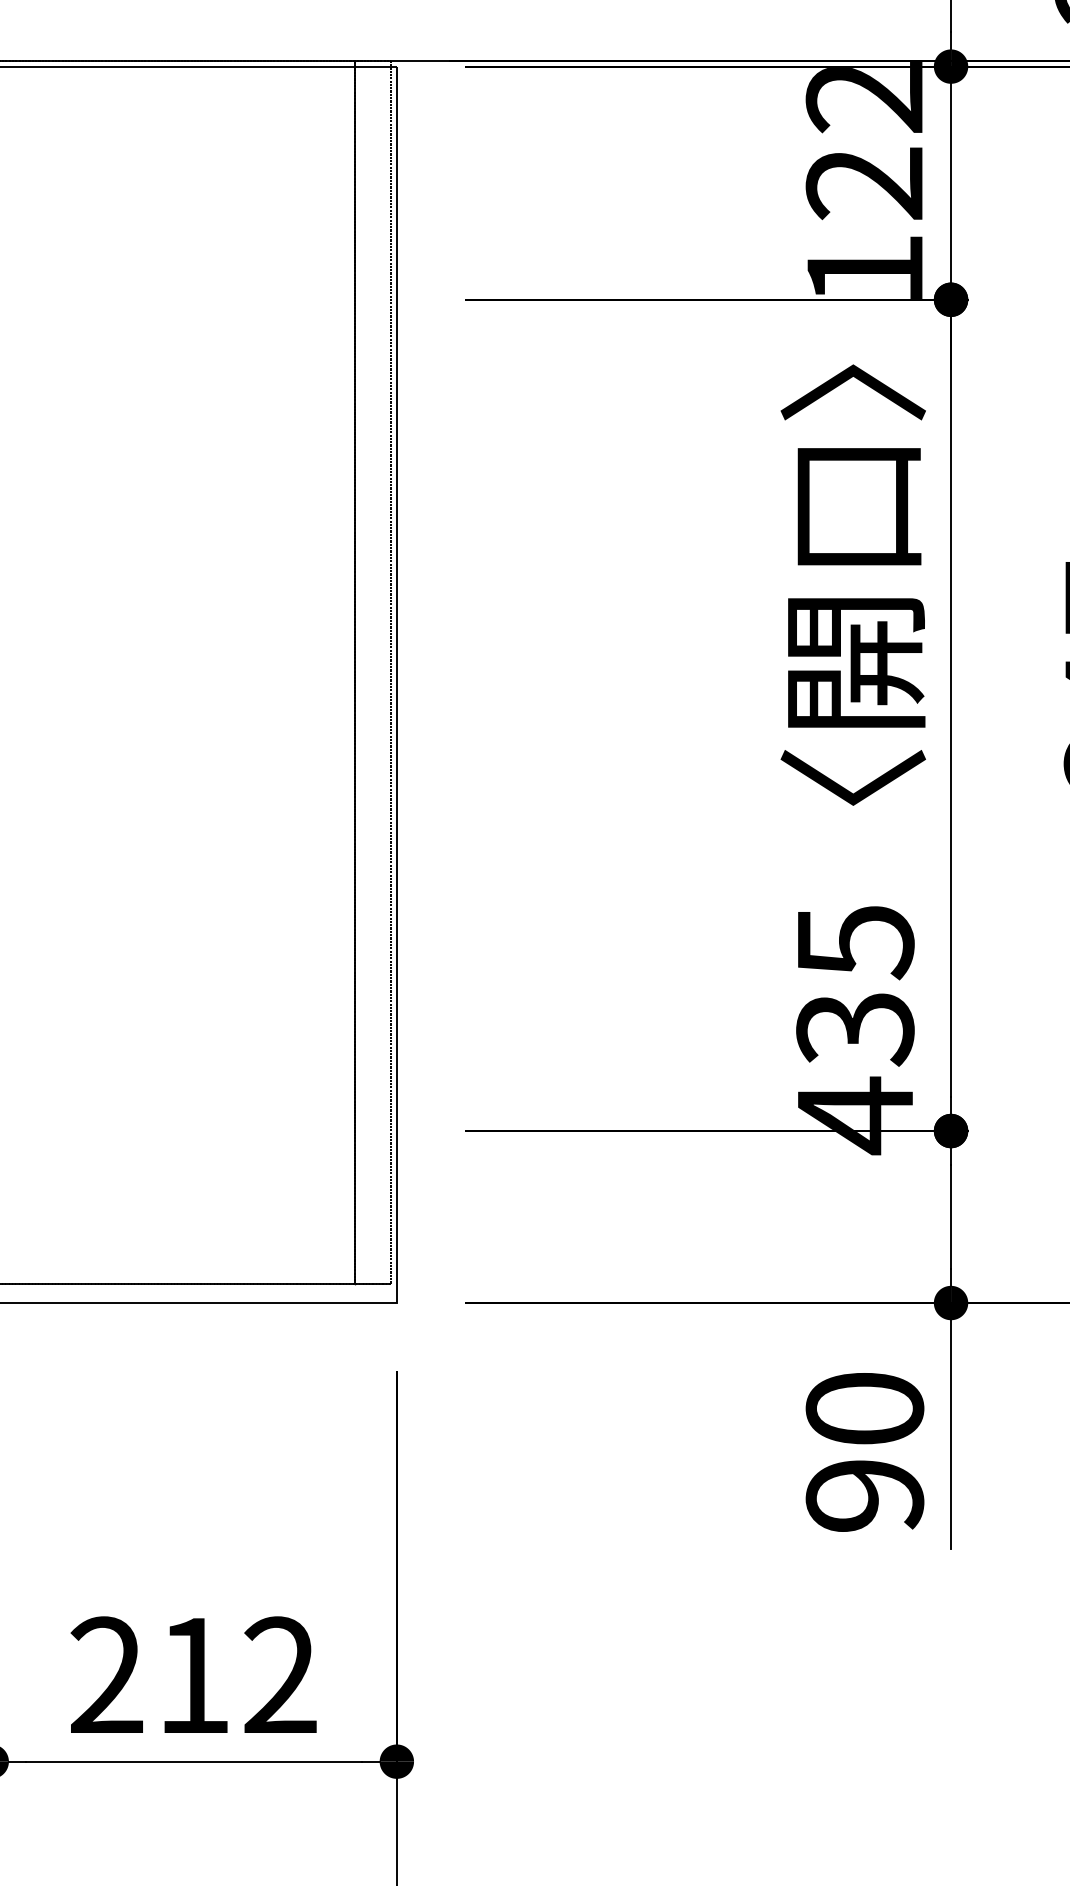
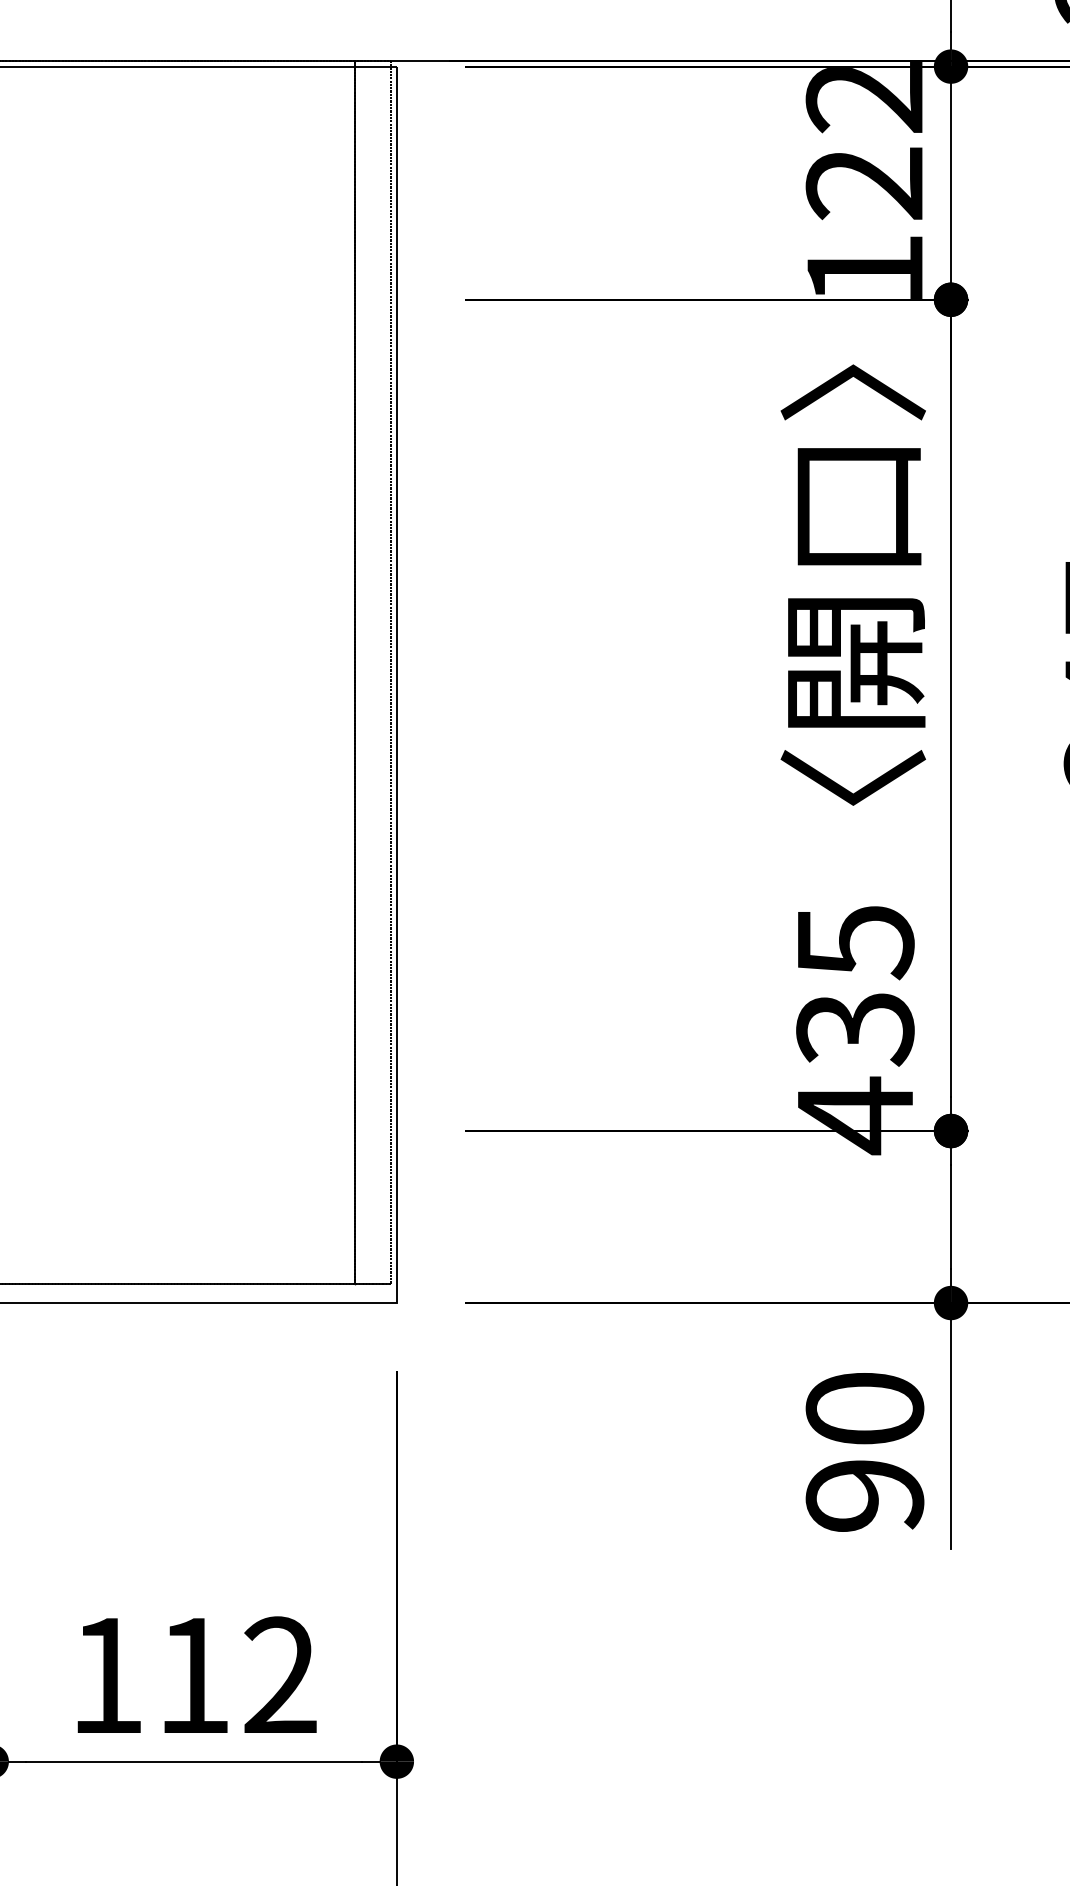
text at (106, 1674): 212 -> 112
